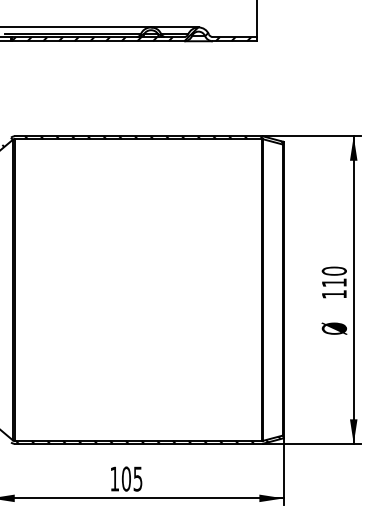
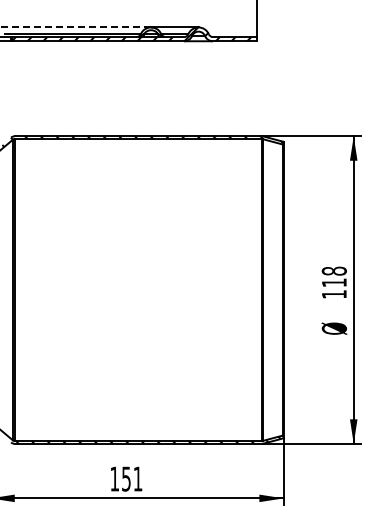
line at (75, 27): solid -> dashed
text at (334, 270): 110 -> 118
text at (131, 478): 105 -> 151
